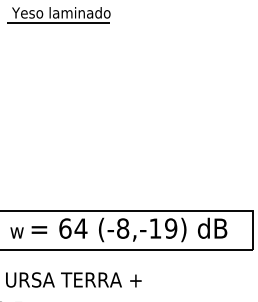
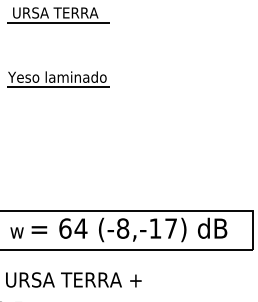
text at (61, 12): Yeso laminado -> URSA TERRA
part at (58, 79): none -> present
text at (171, 228): (-8,-19) -> (-8,-17)
